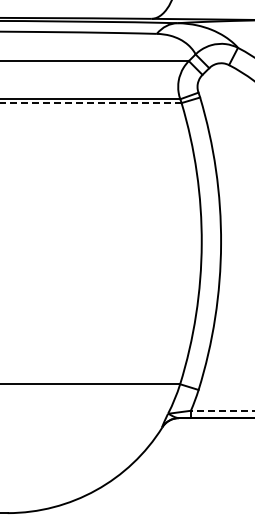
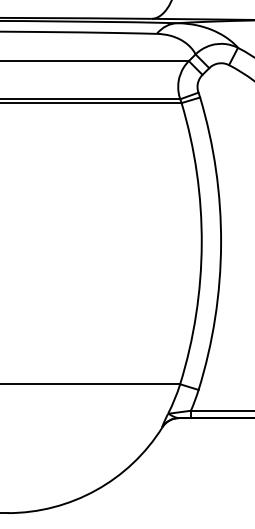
line at (90, 103): dashed -> solid
line at (222, 410): dashed -> solid
